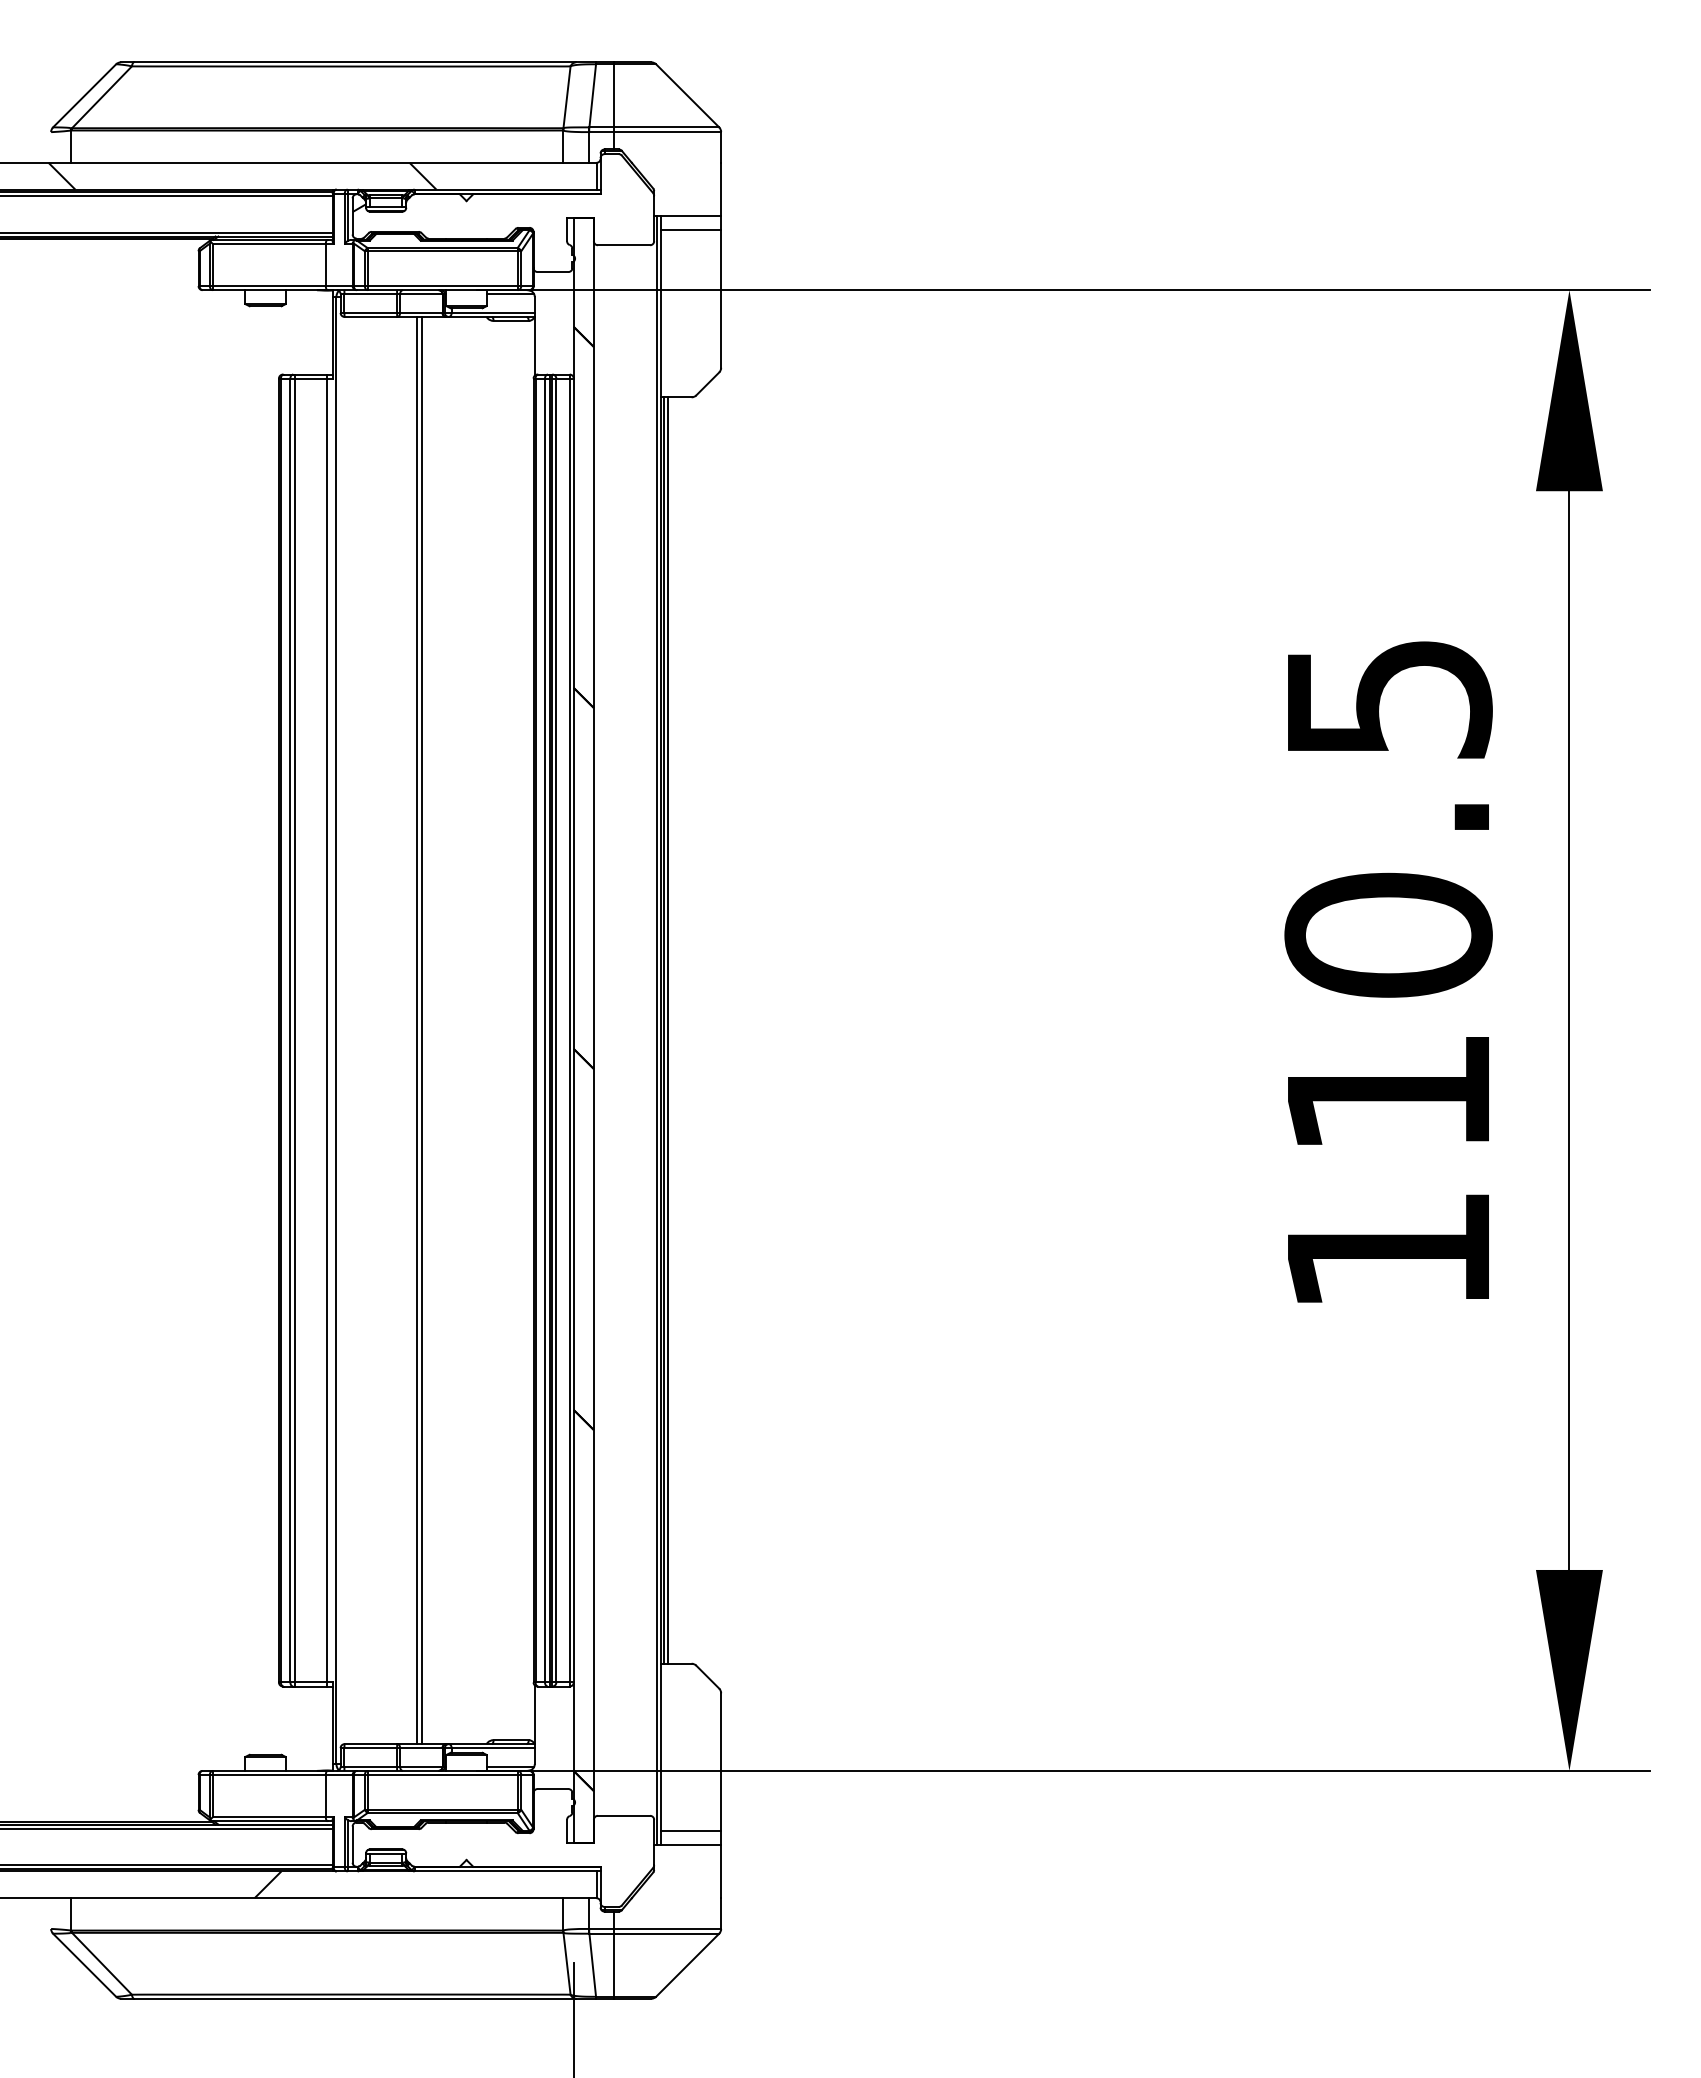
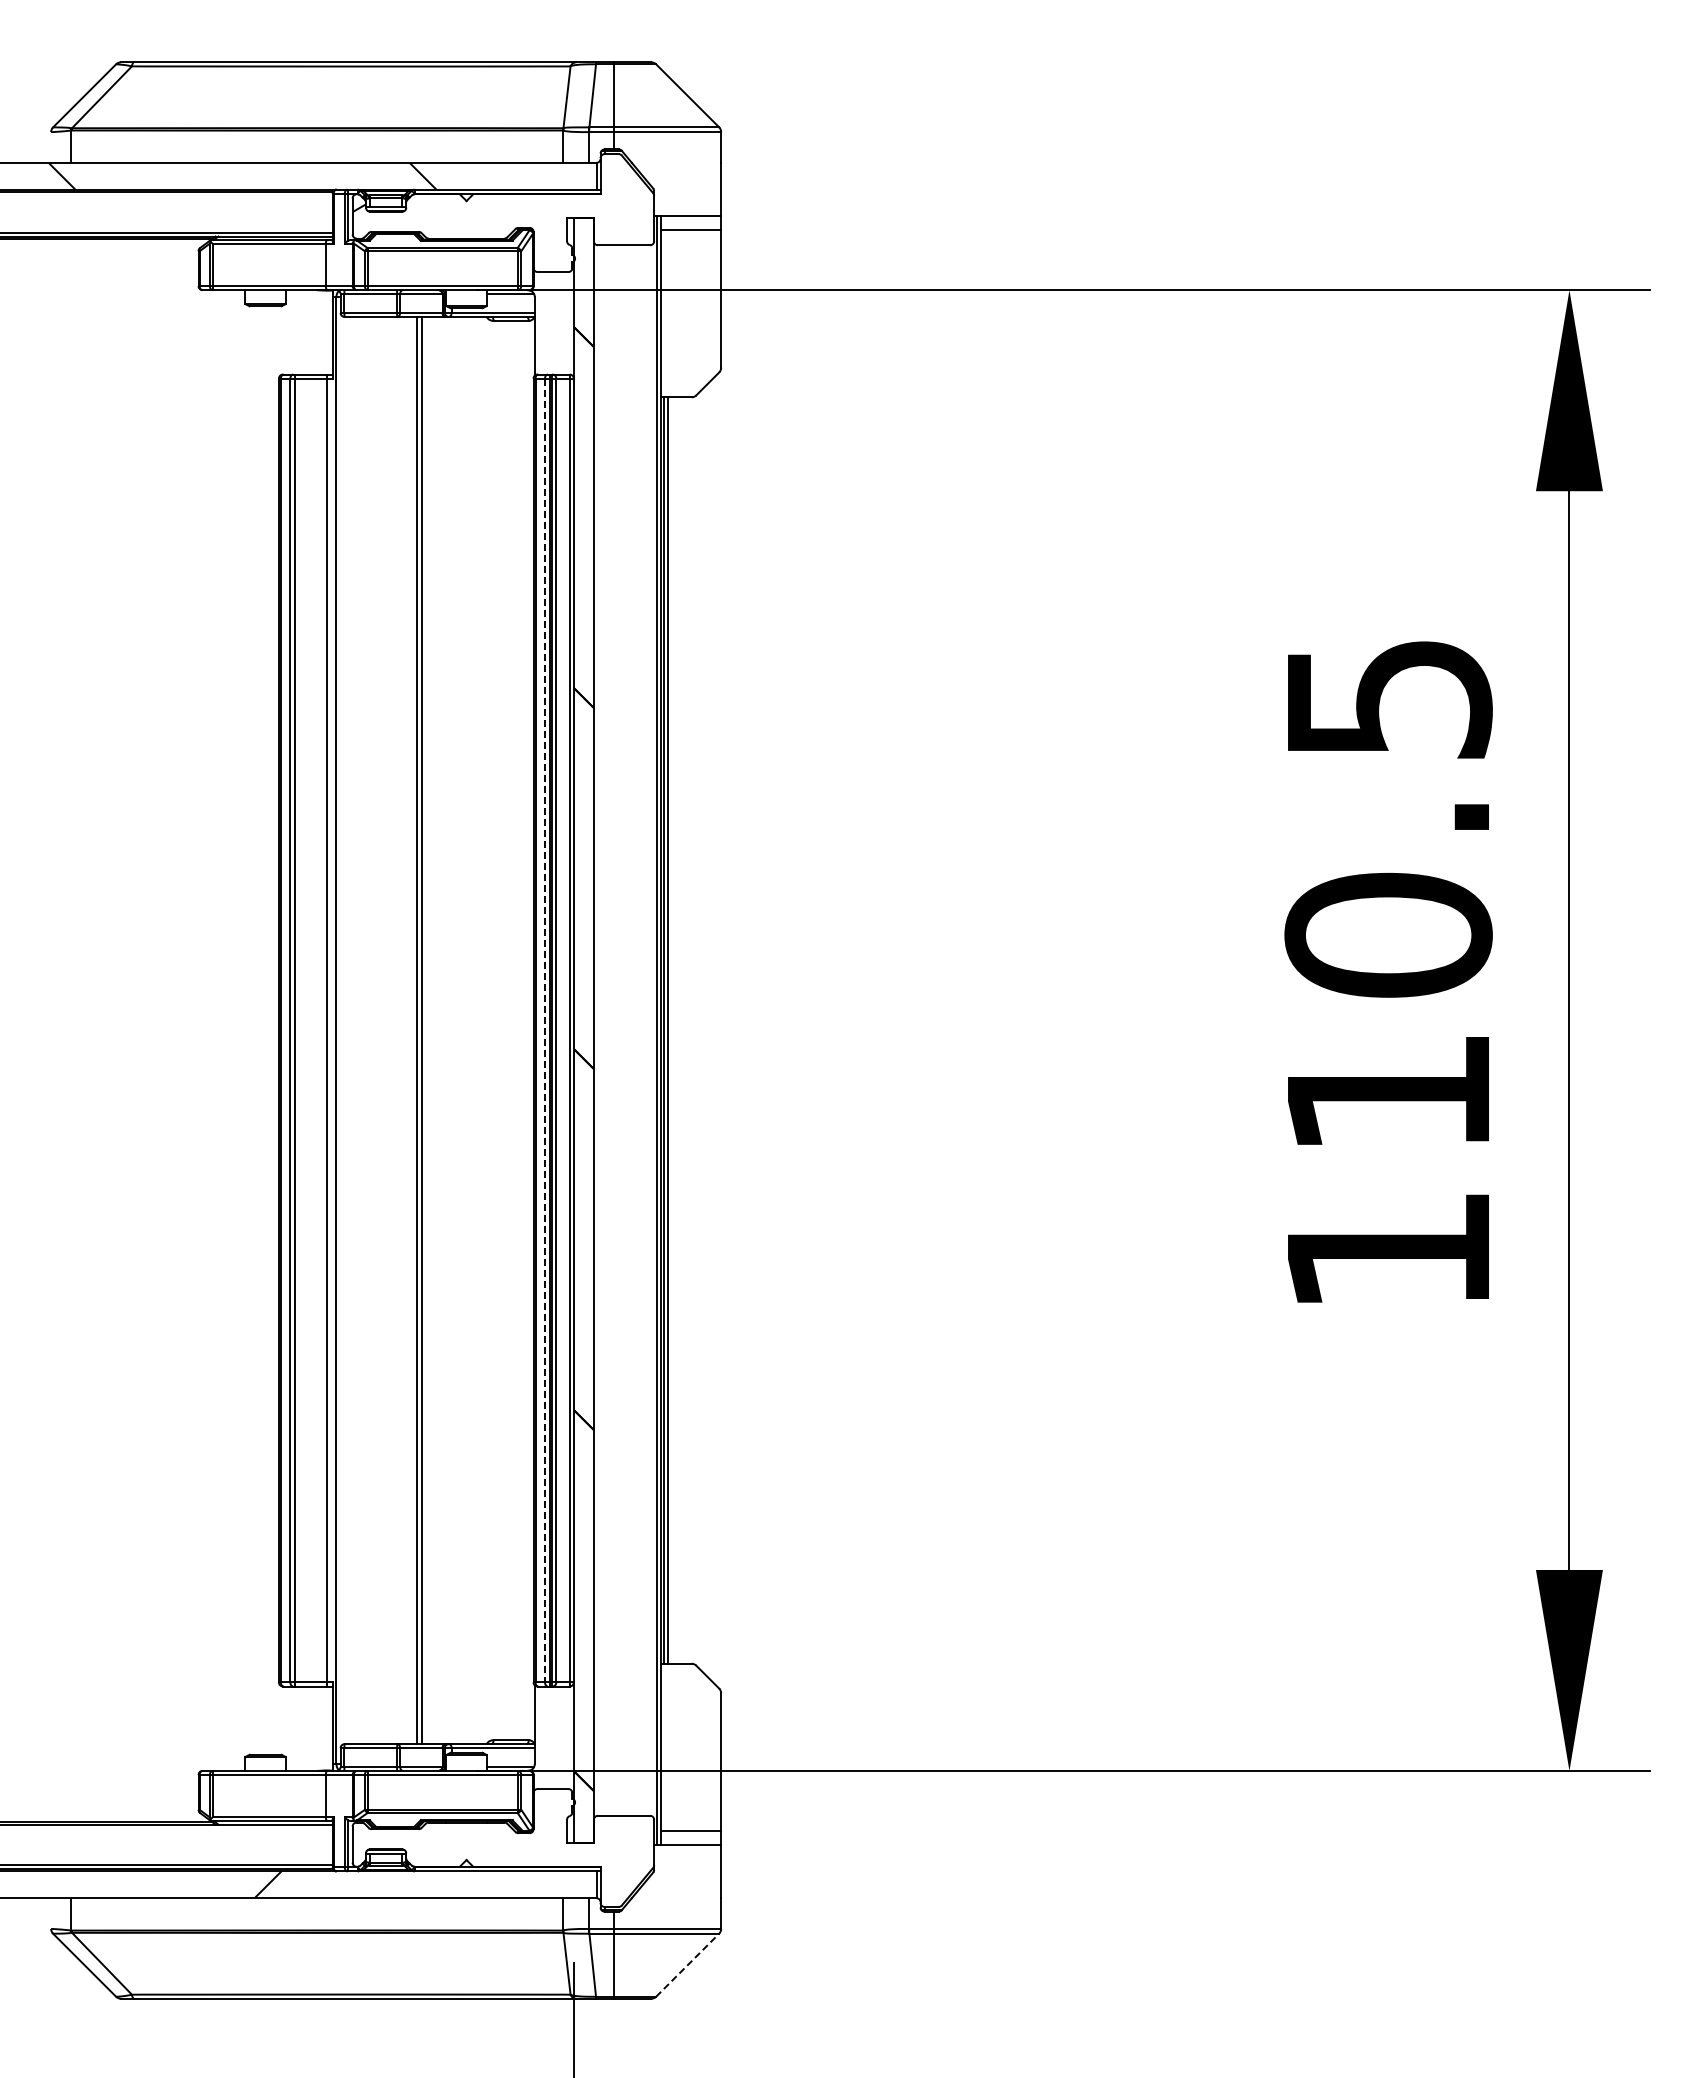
line at (167, 196): present -> none
line at (545, 1030): solid -> dashed
line at (167, 1828): present -> none
line at (687, 1965): solid -> dashed
